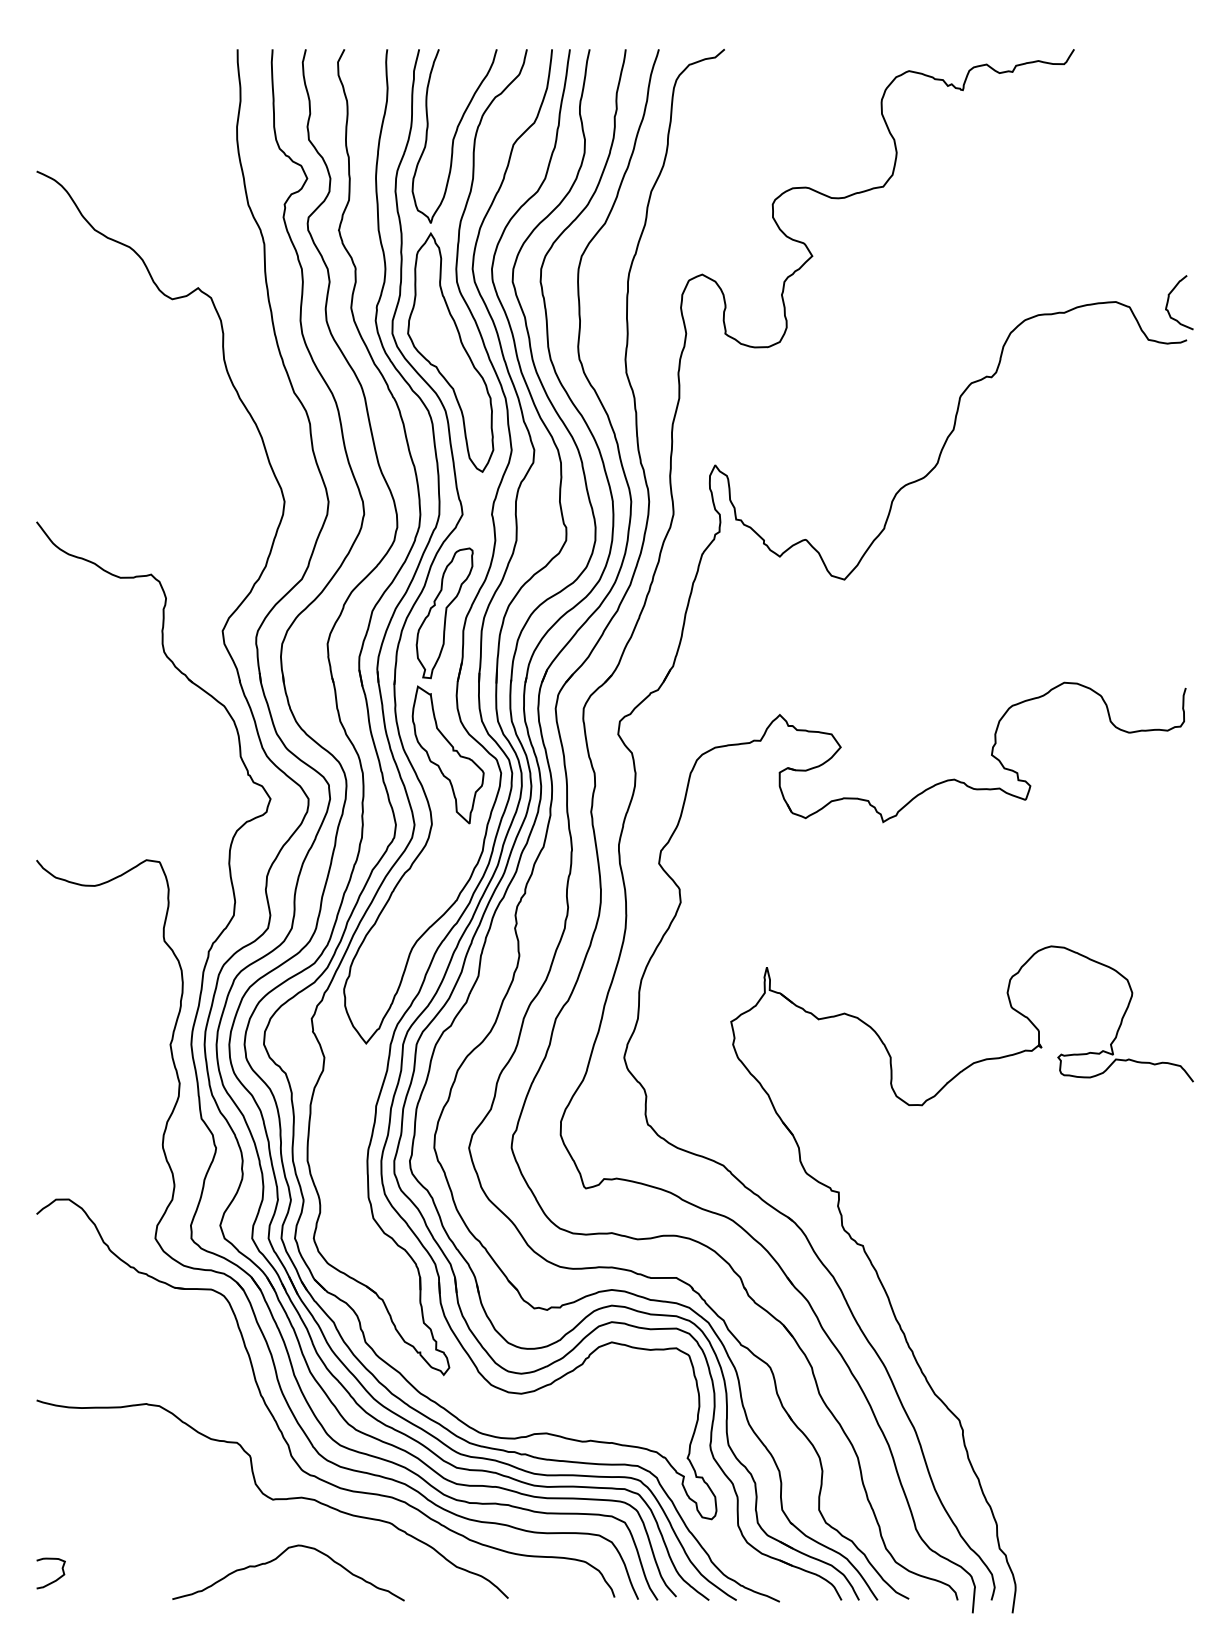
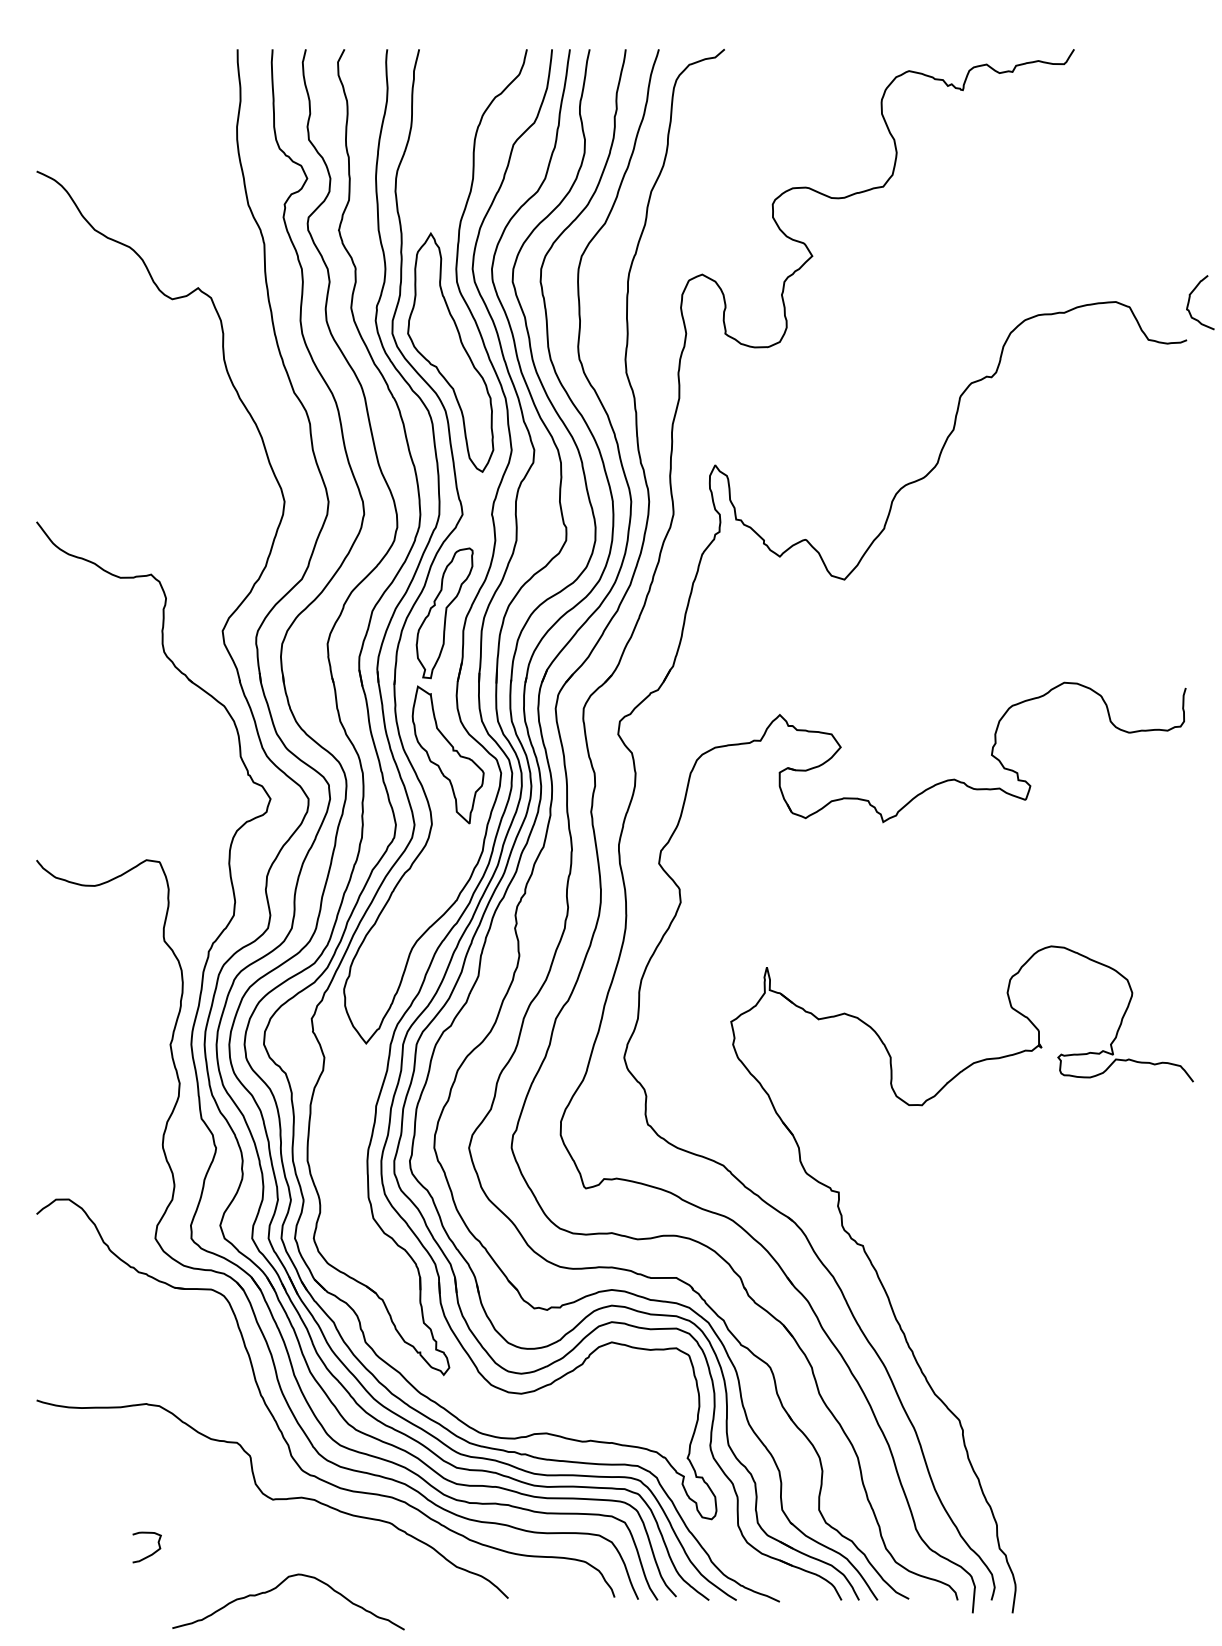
curve at (454, 136): present -> none
curve at (1169, 299) position: (1169, 299) -> (1190, 299)
curve at (276, 1559) position: (276, 1559) -> (276, 1588)
curve at (55, 1579) position: (55, 1579) -> (151, 1553)
